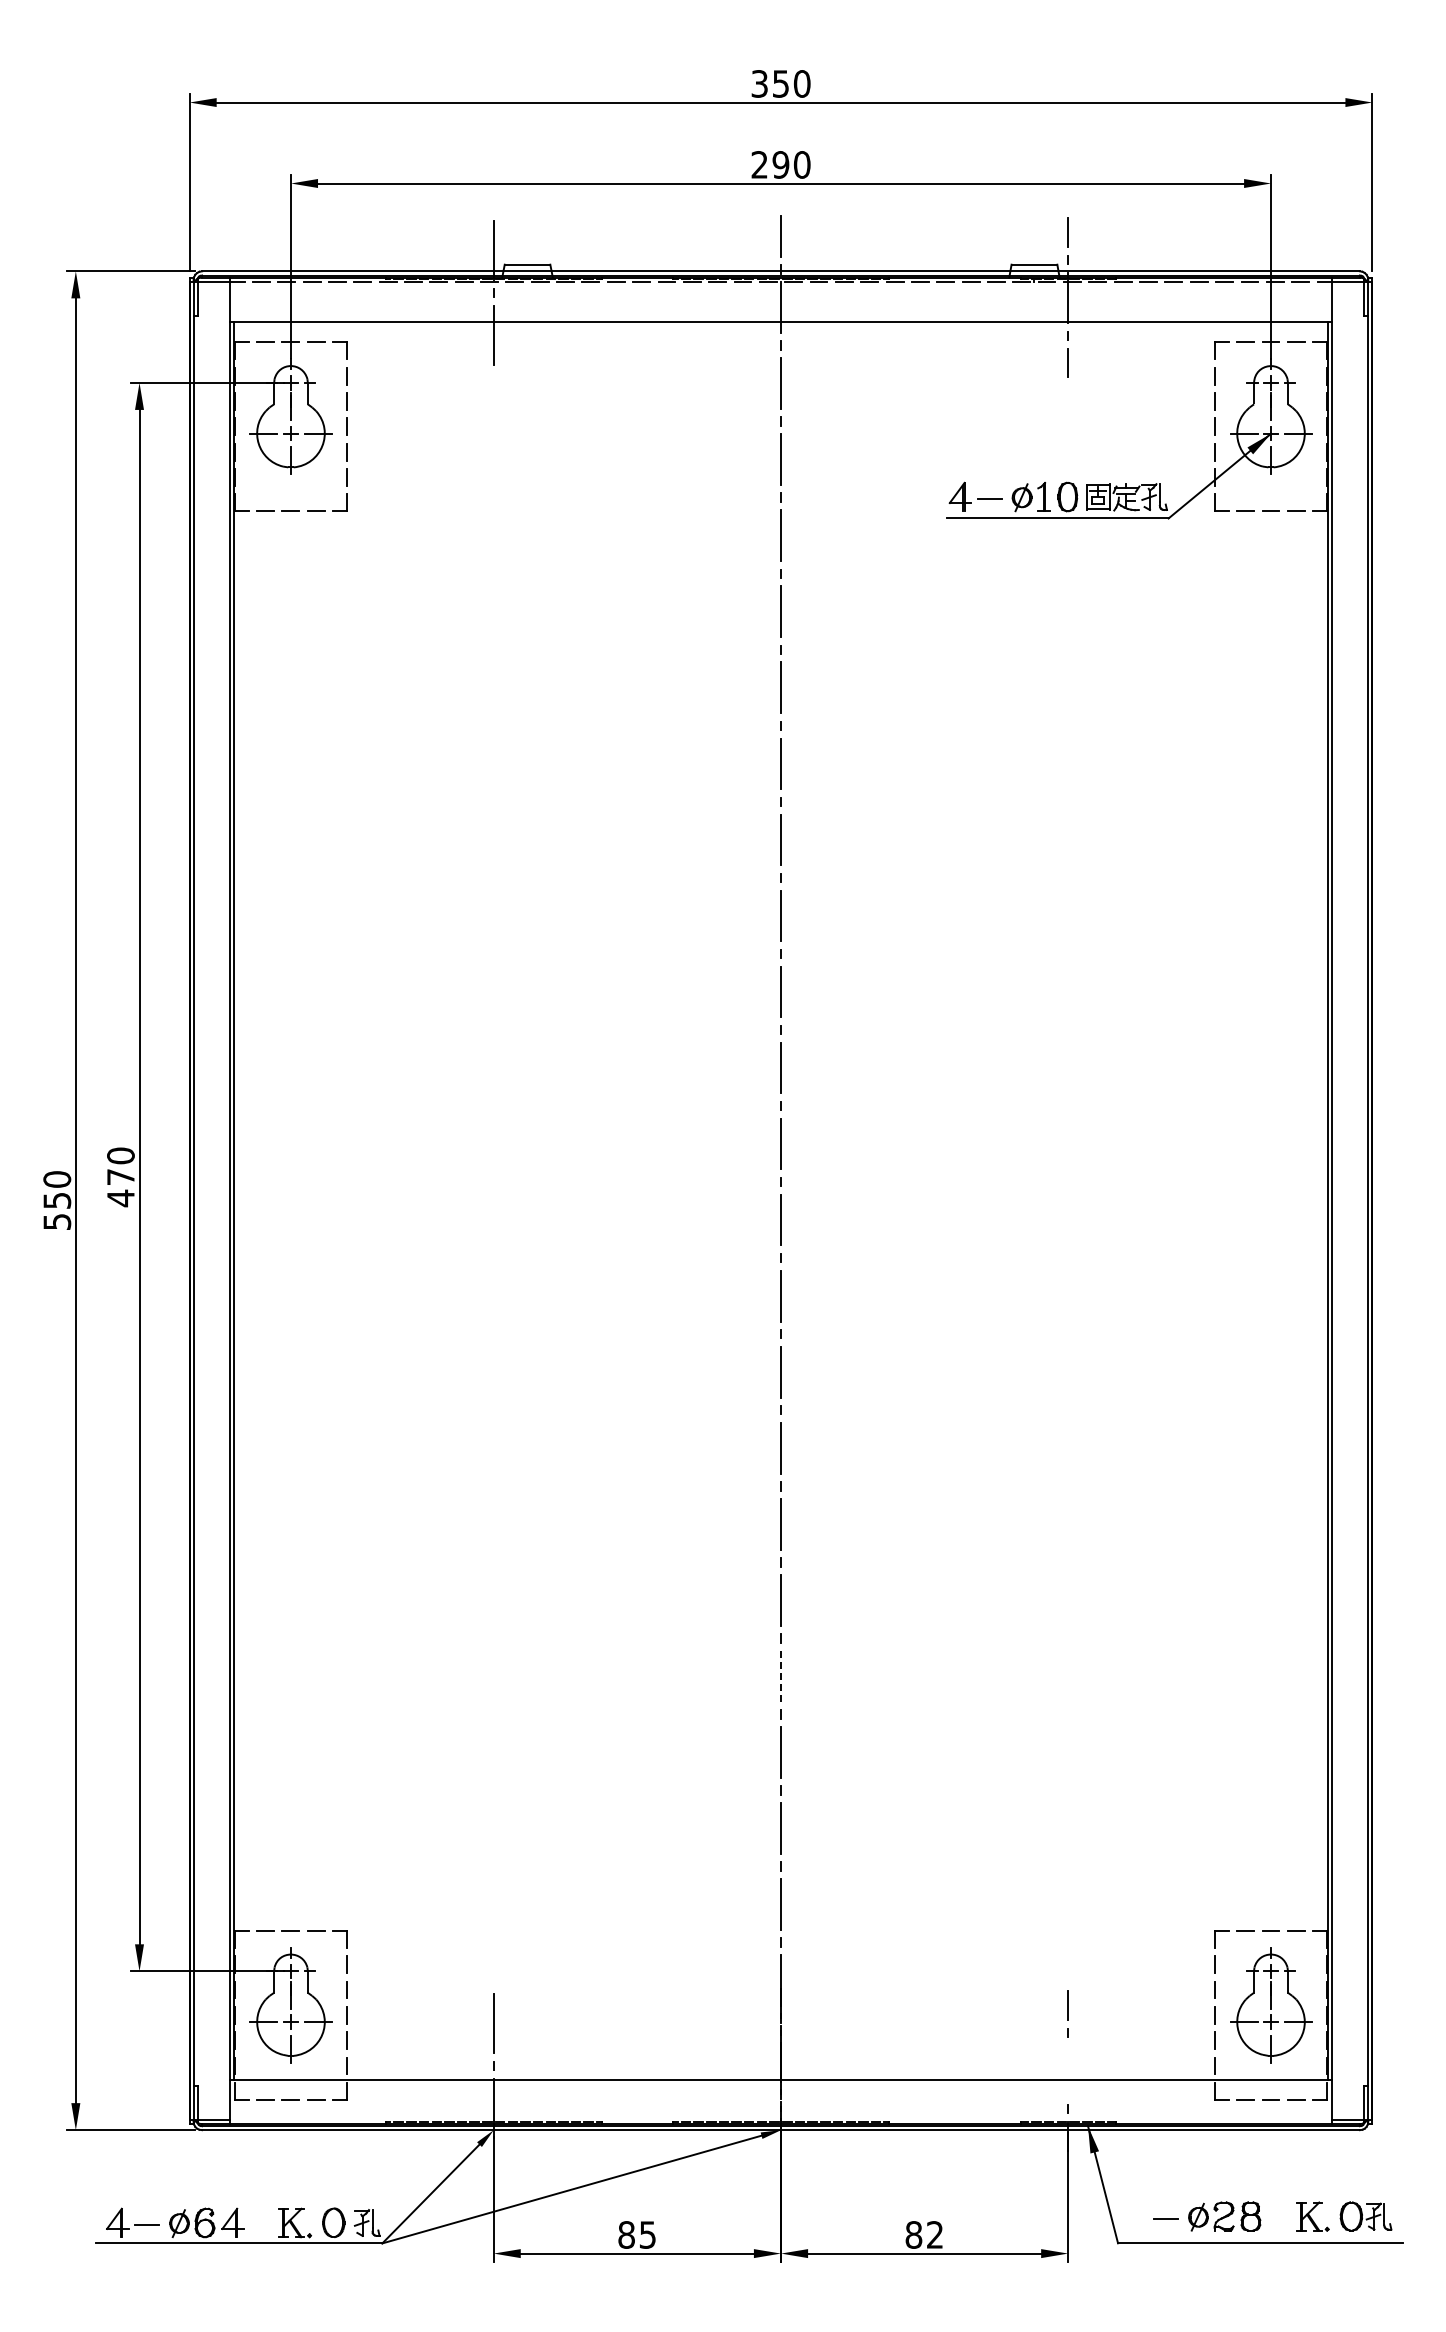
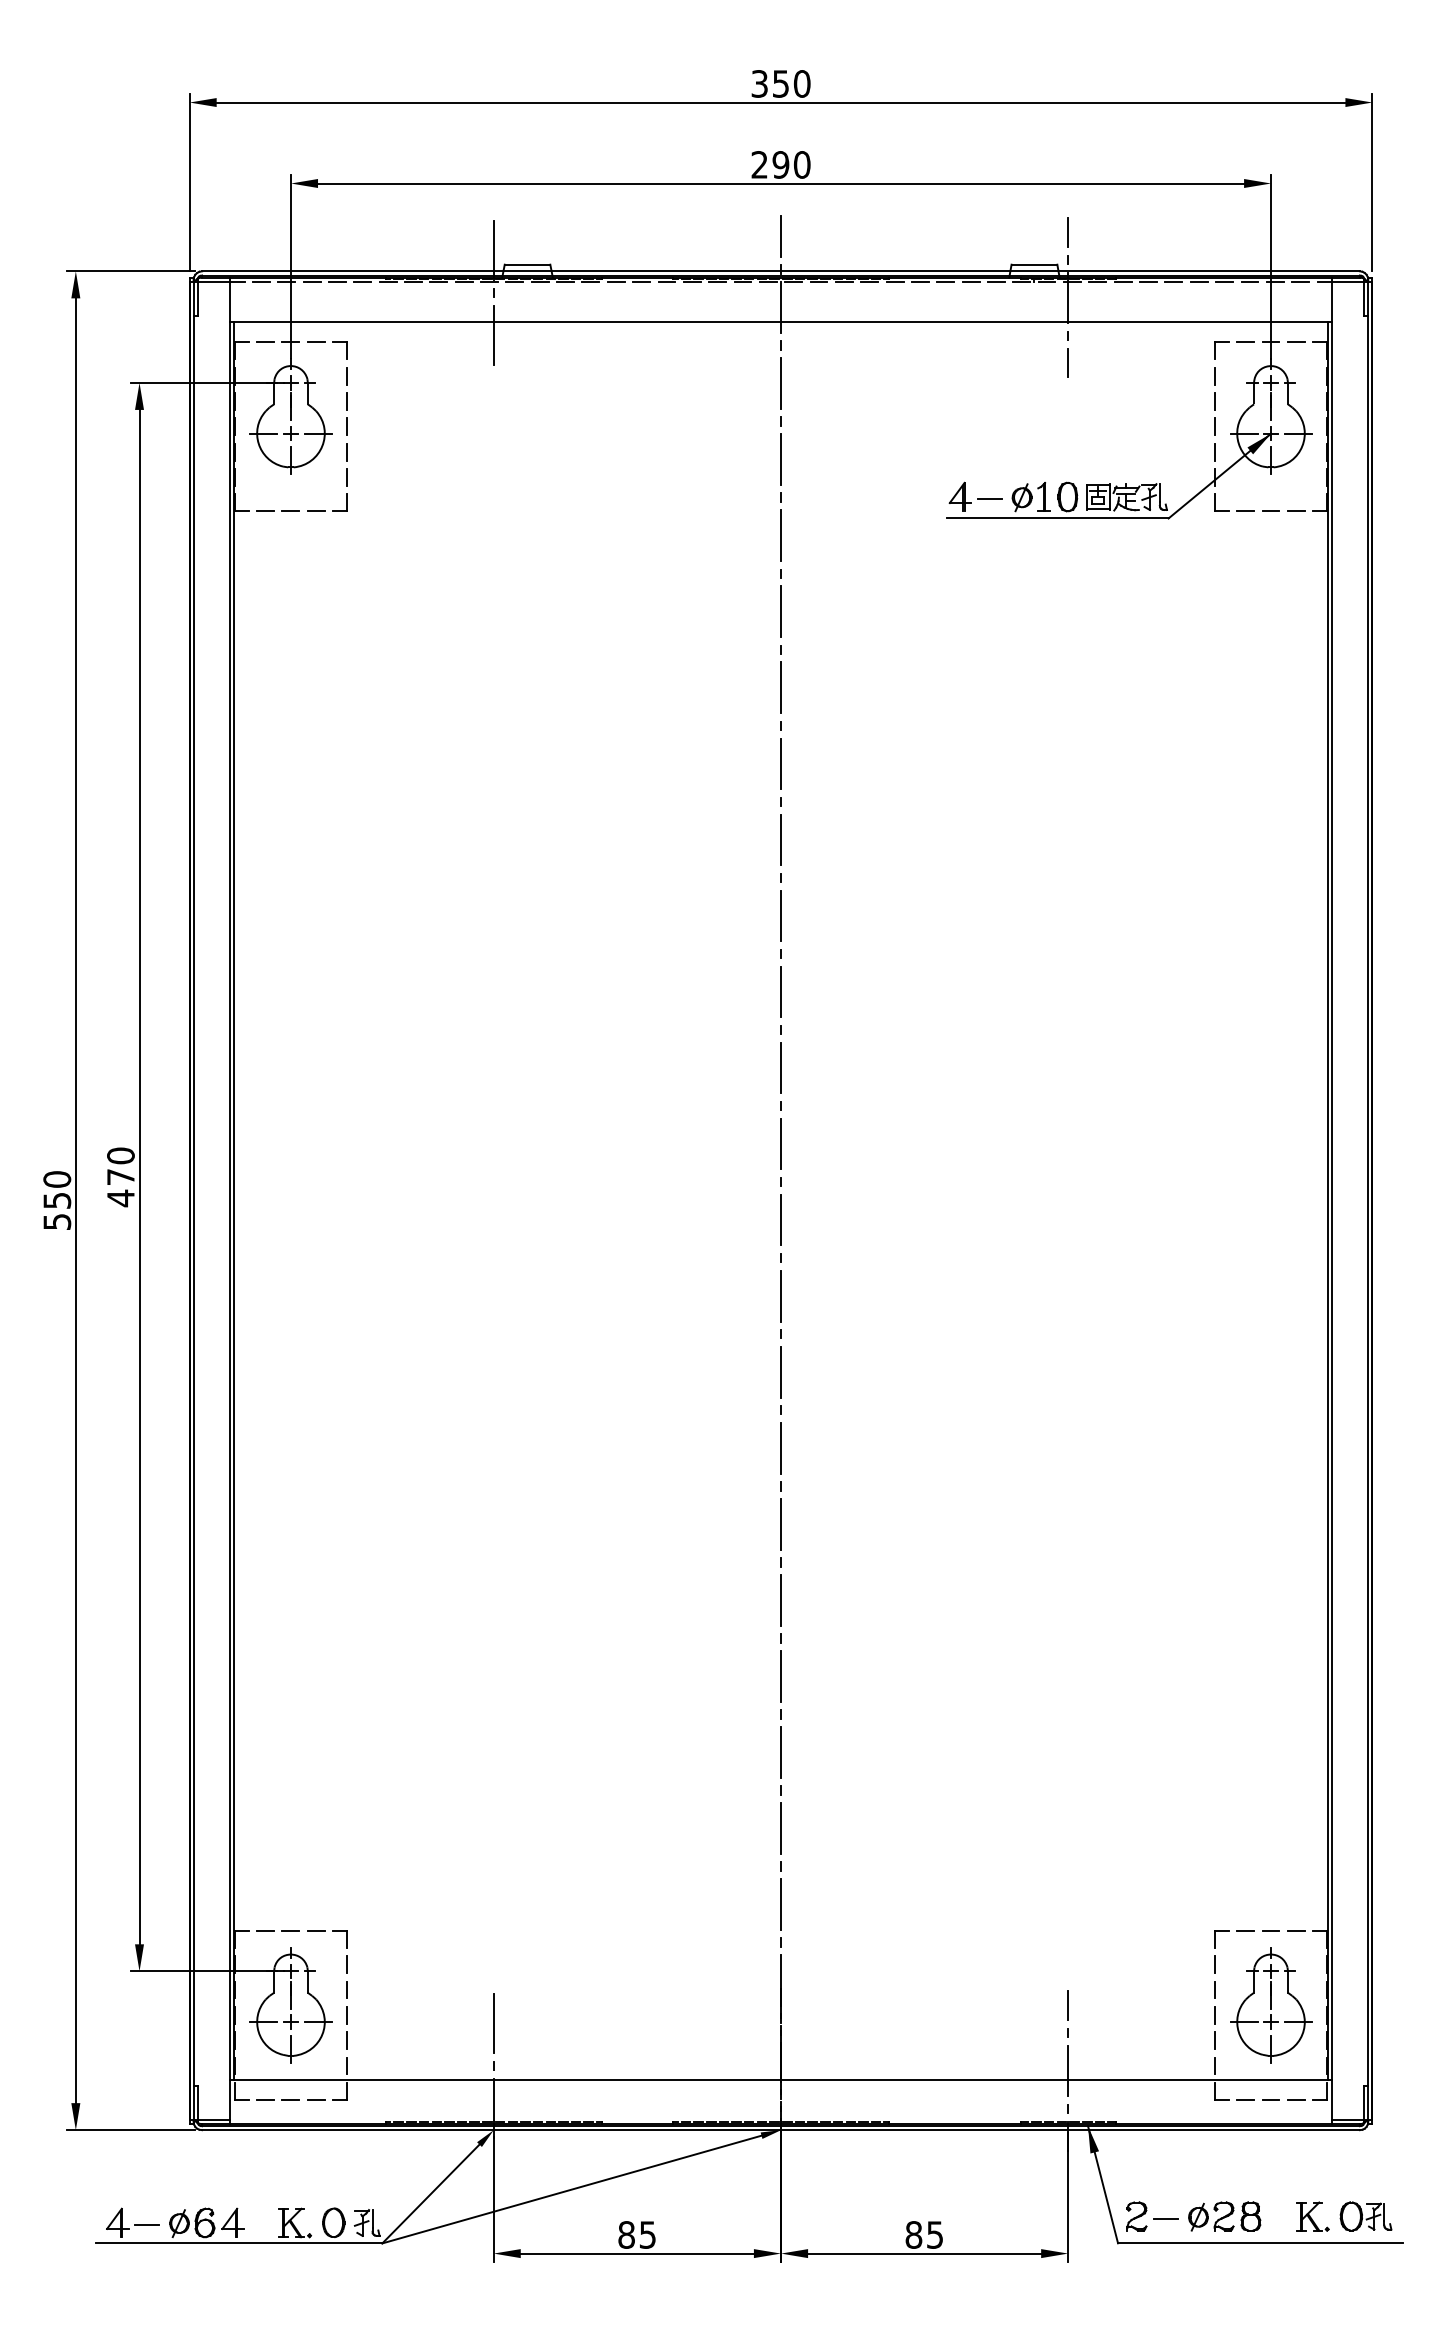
line at (780, 1675): dashed -> solid
line at (1068, 2070): none -> present
part at (1136, 2216): none -> present
text at (934, 2234): 82 -> 85
